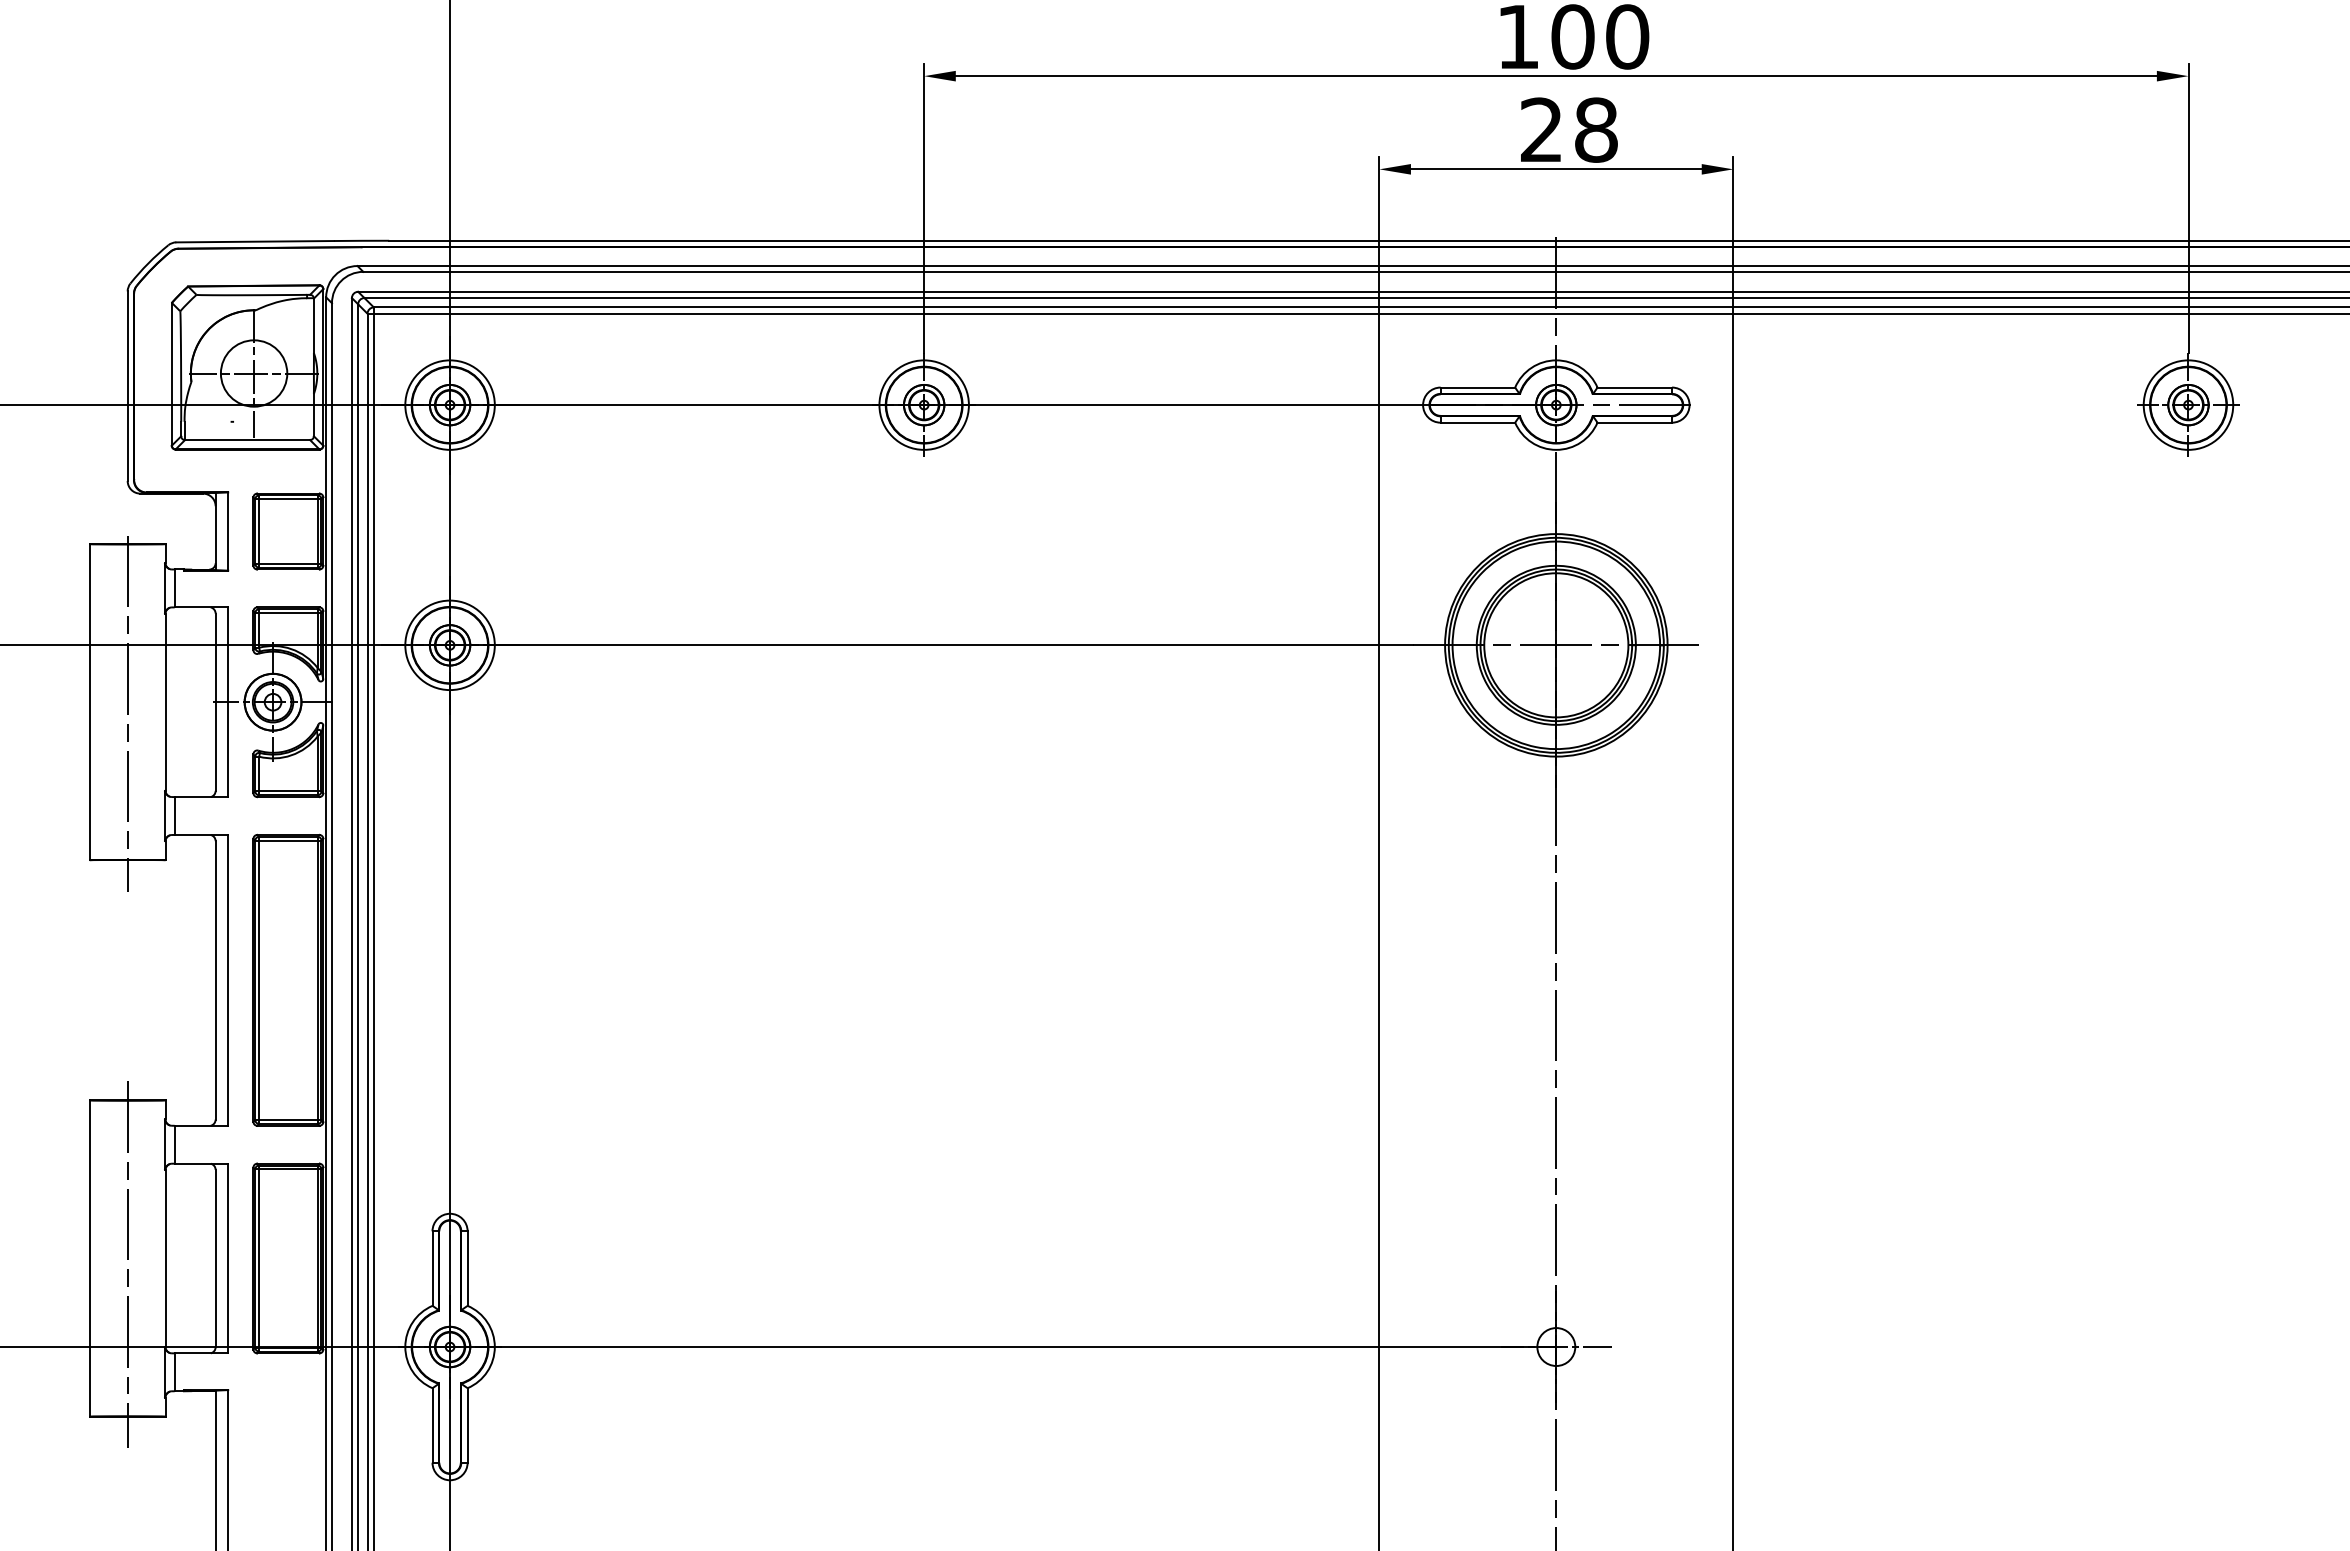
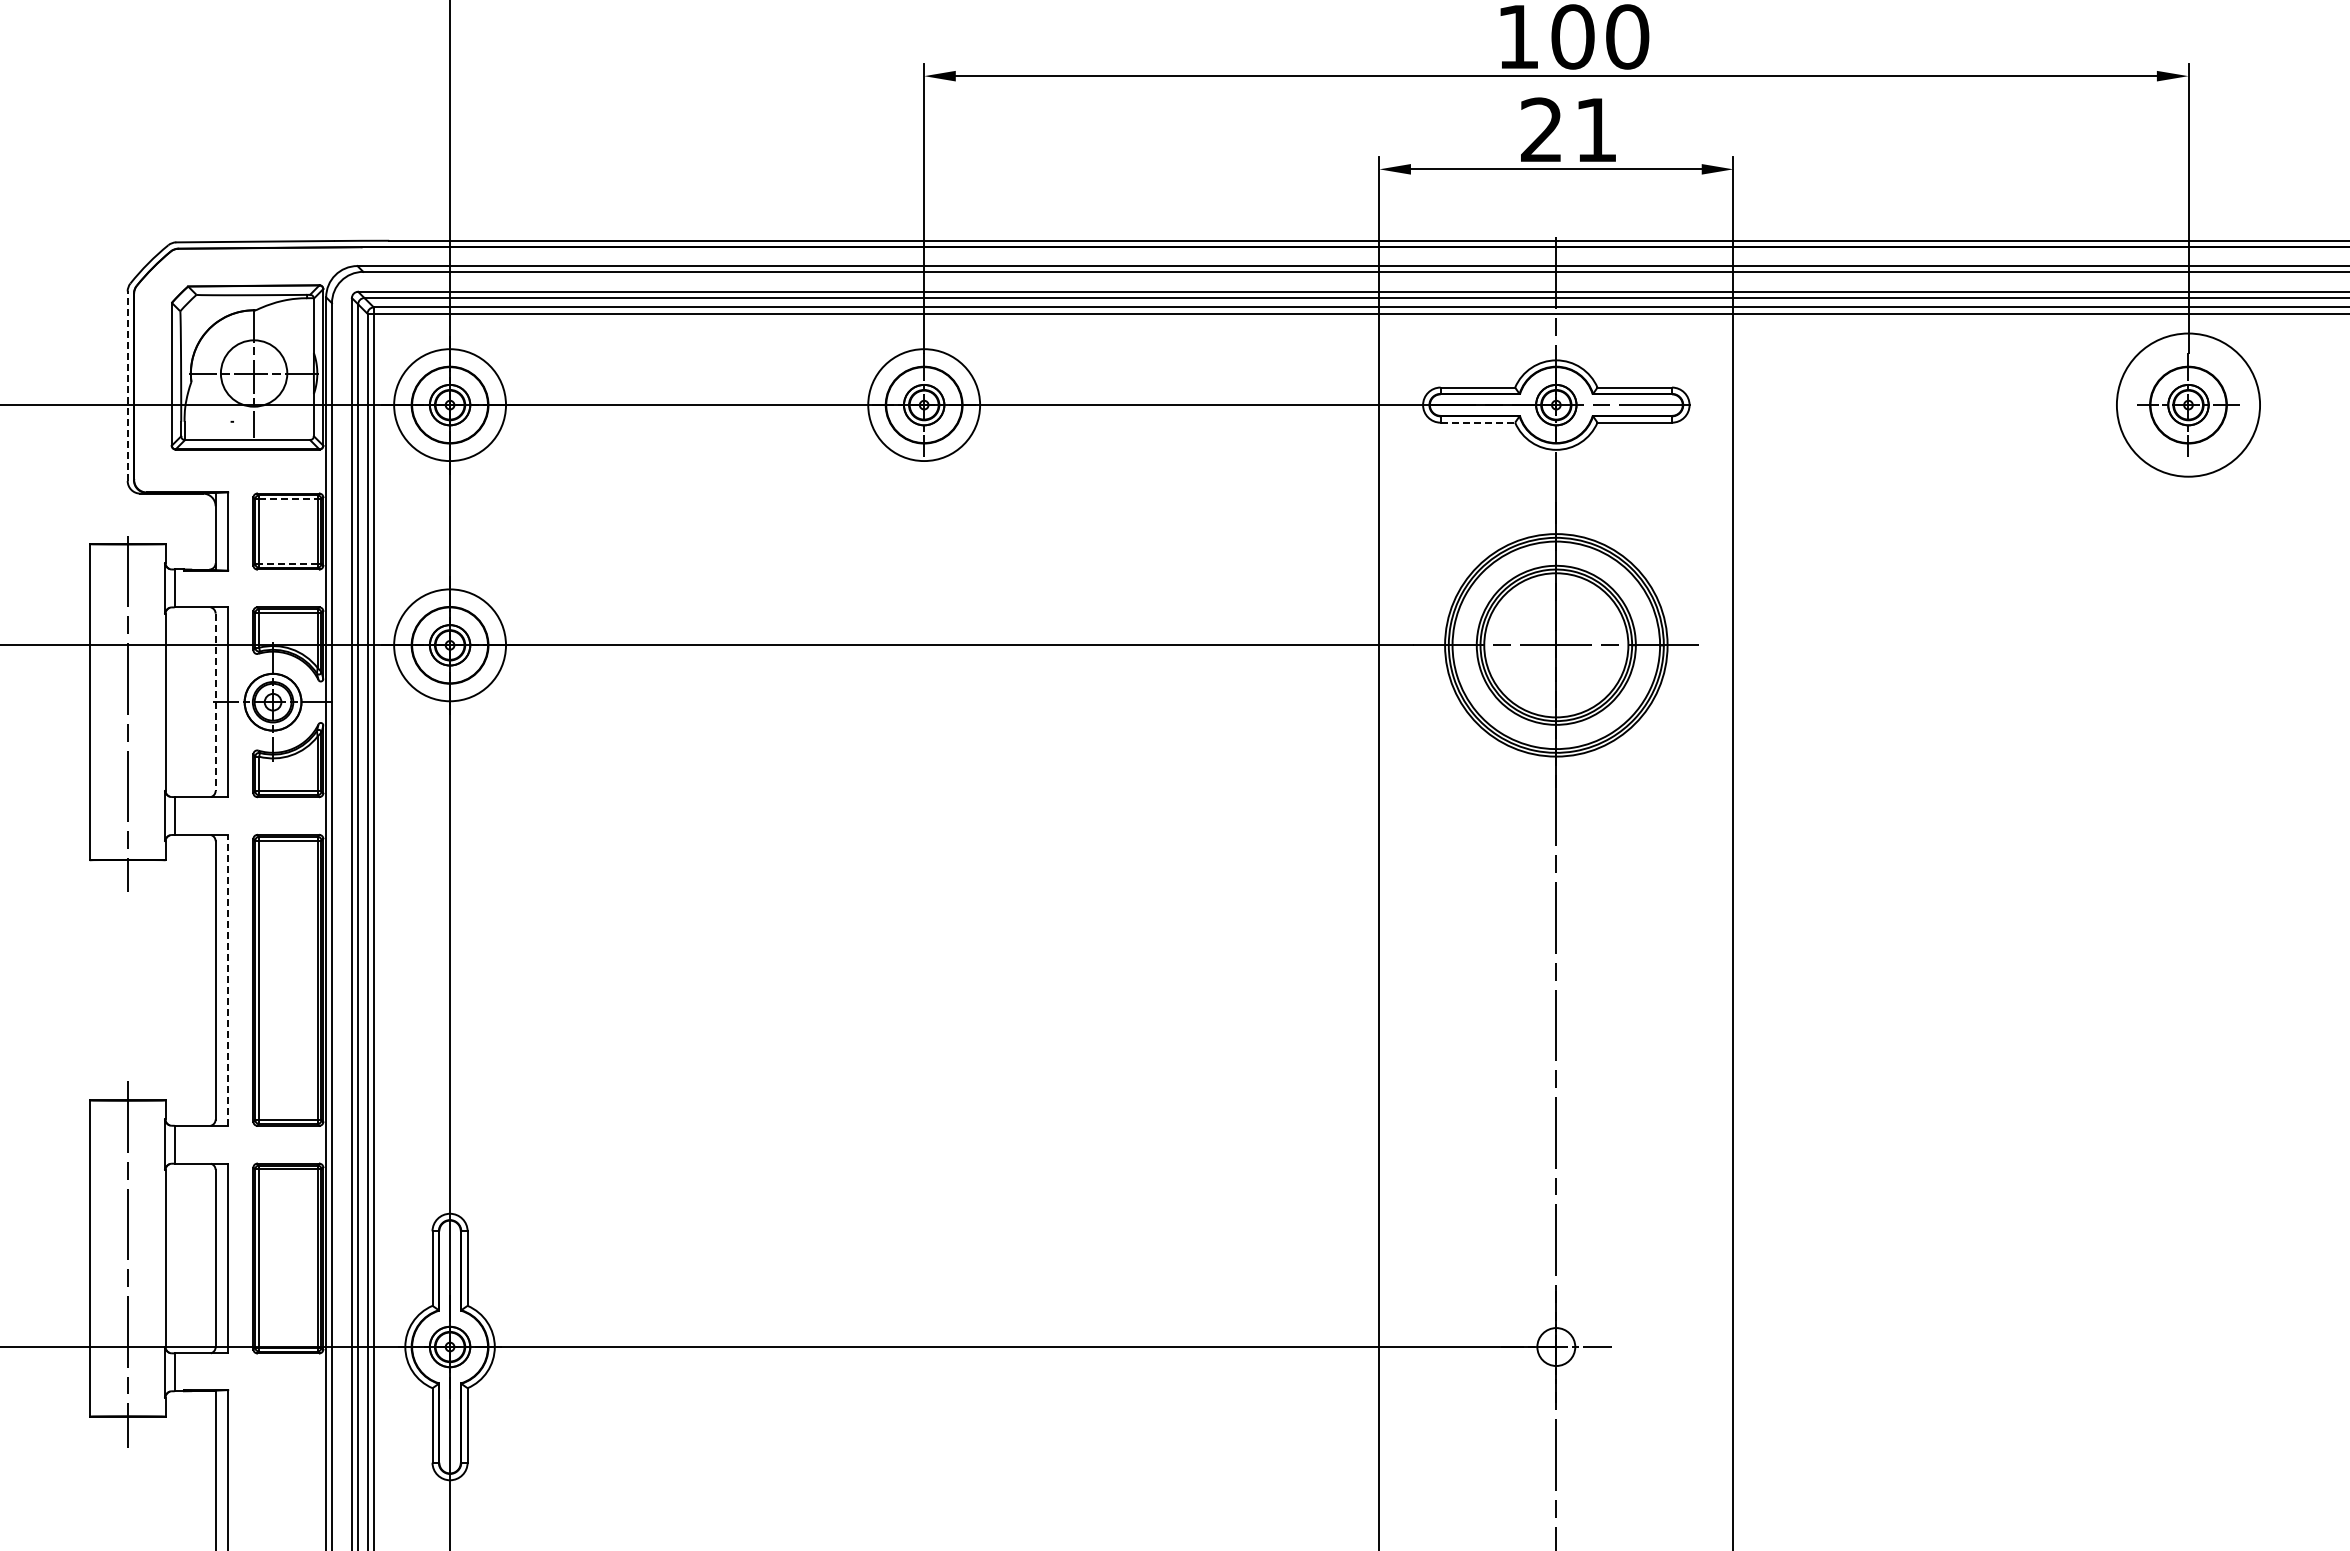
text at (1596, 129): 28 -> 21
line at (127, 386): solid -> dashed
circle at (449, 404) diameter: 89 px -> 112 px
circle at (923, 404) diameter: 89 px -> 112 px
circle at (2188, 404) diameter: 89 px -> 143 px
line at (1478, 422): solid -> dashed
line at (288, 499): solid -> dashed
line at (287, 563): solid -> dashed
circle at (449, 645) diameter: 89 px -> 112 px
line at (215, 702): solid -> dashed
line at (228, 979): solid -> dashed
